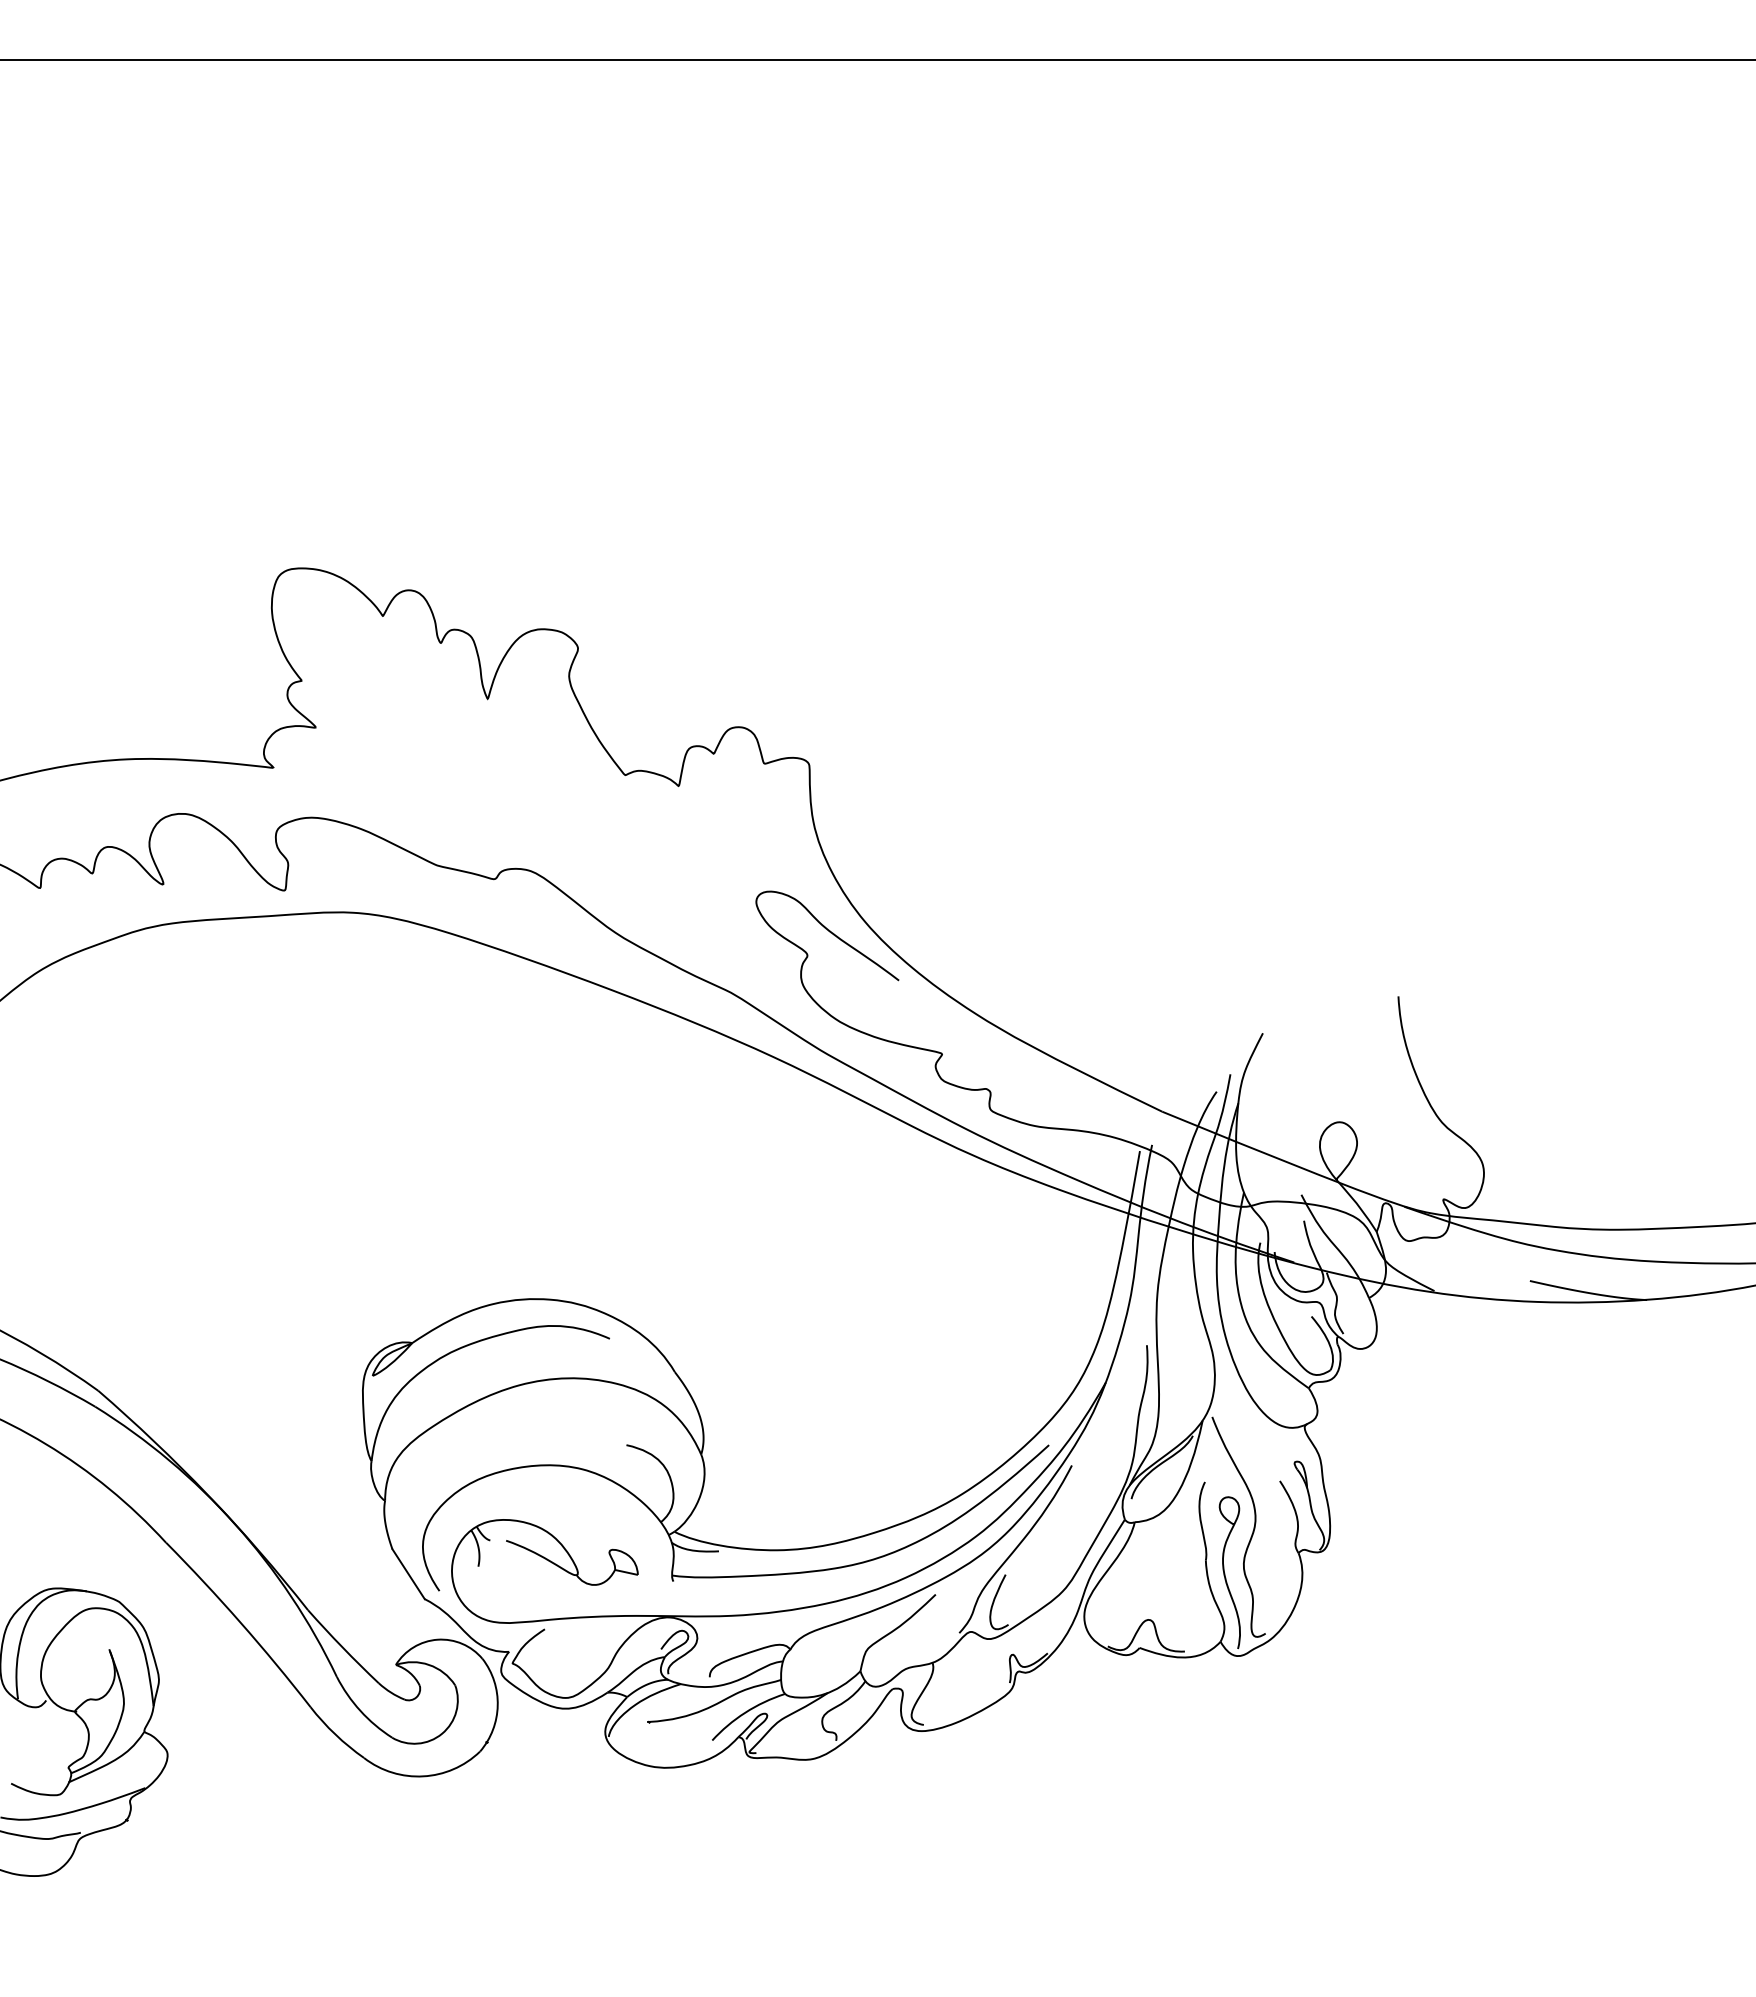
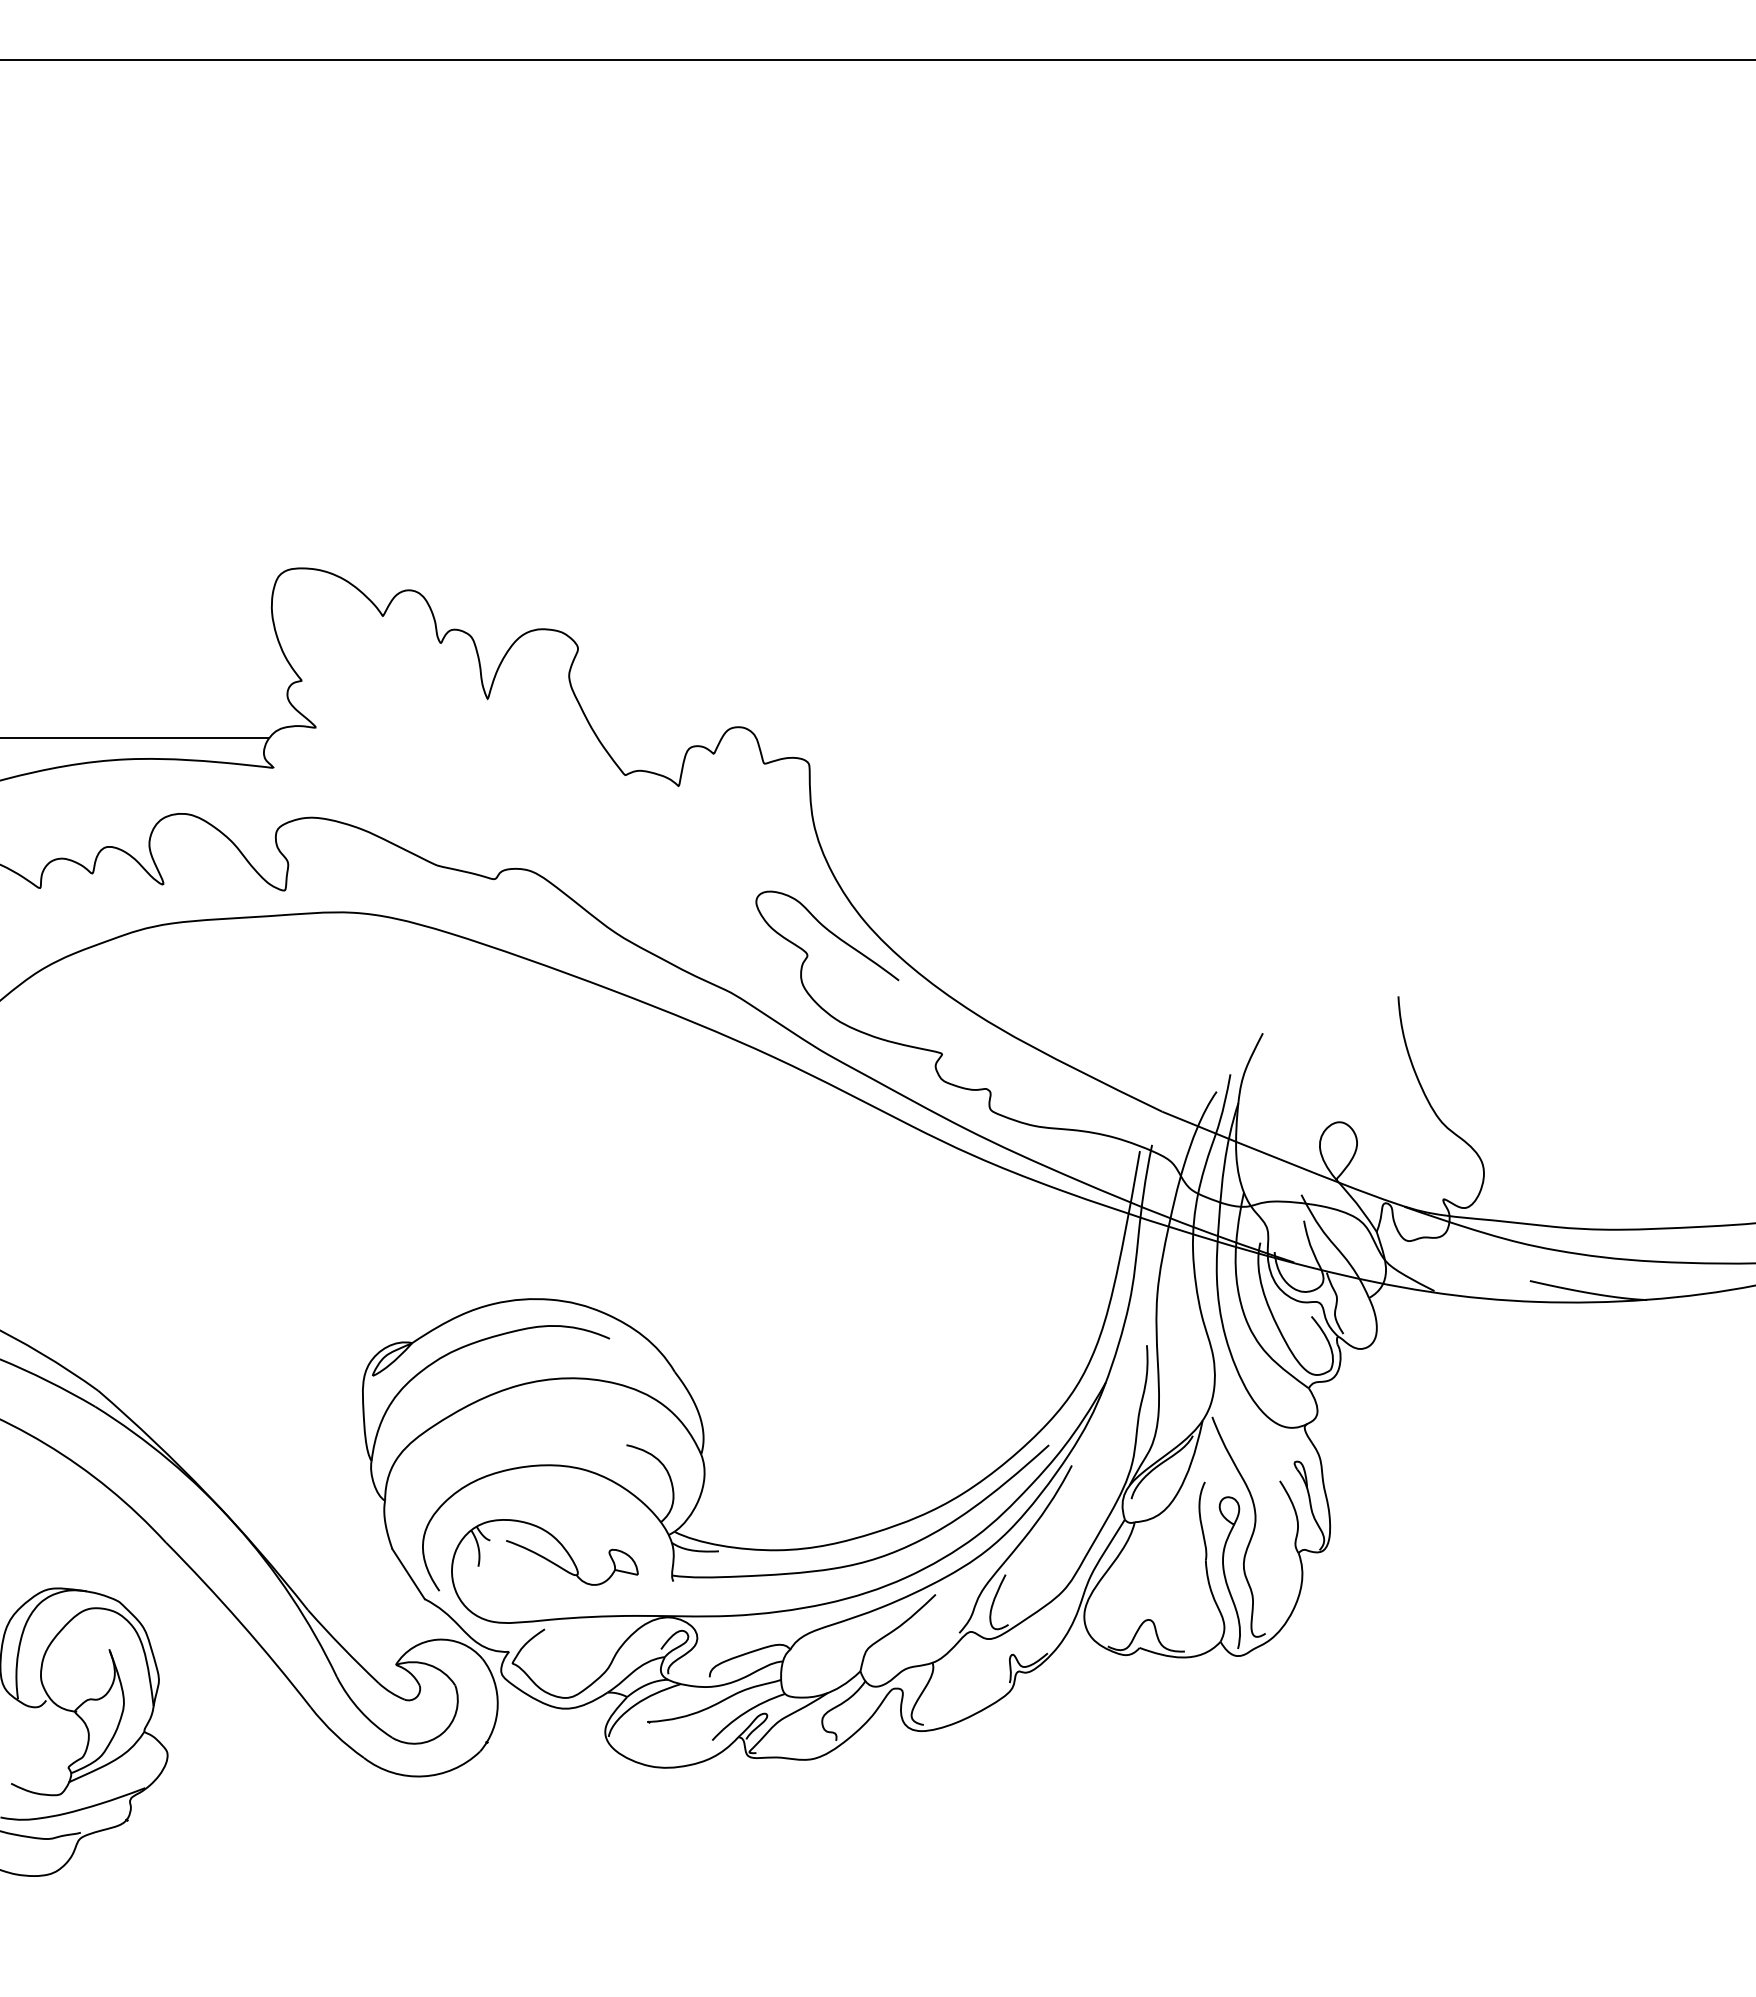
line at (135, 737): none -> present
